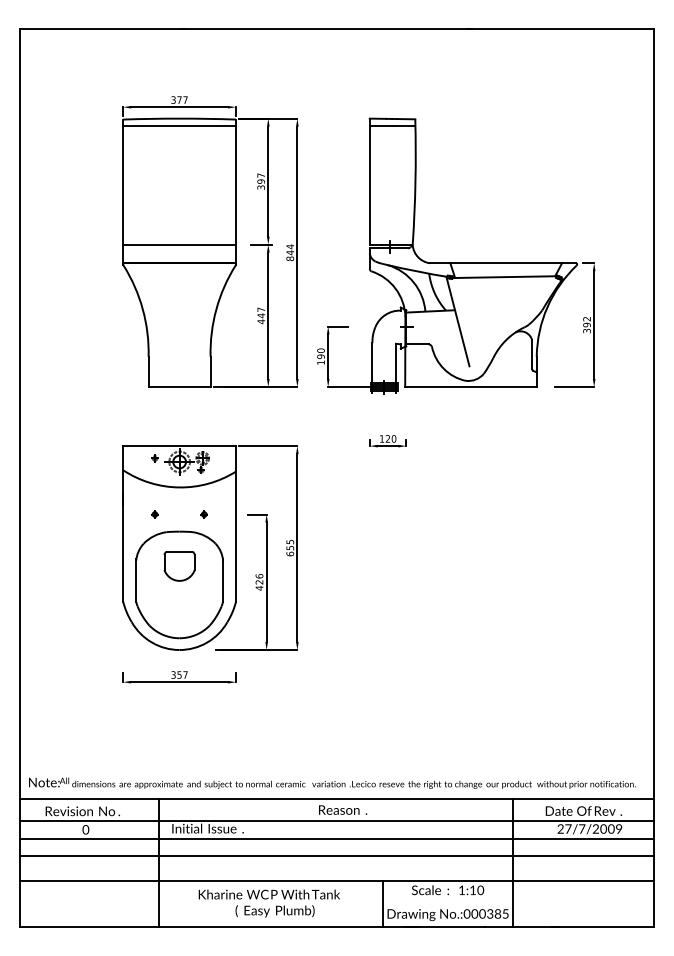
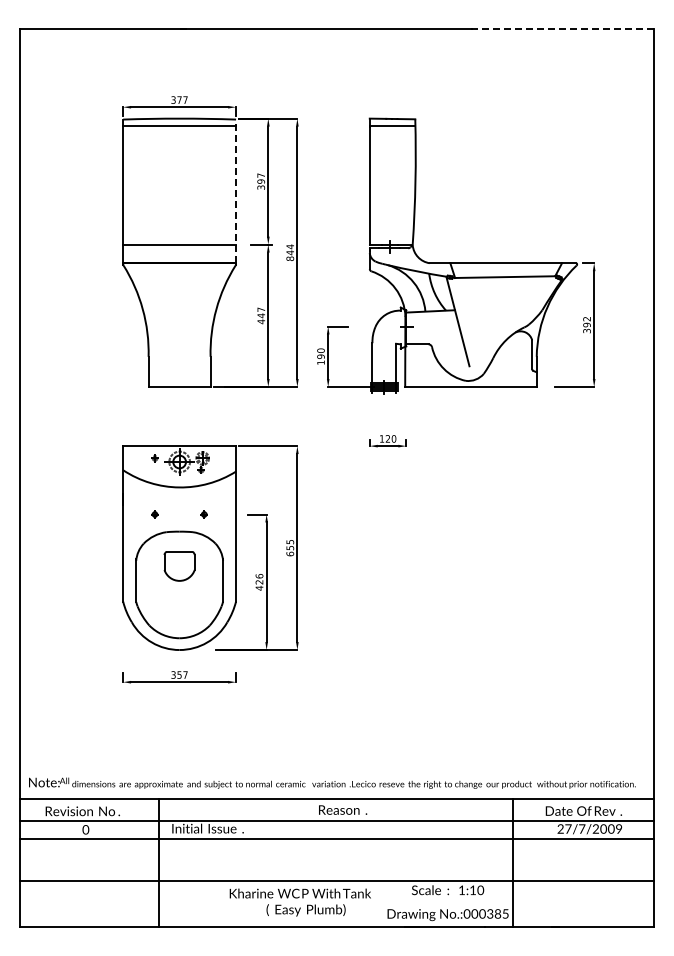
line at (559, 28): solid -> dashed
line at (236, 191): solid -> dashed
line at (336, 856): present -> none
text at (268, 903) position: (268, 903) -> (299, 902)
line at (383, 904): present -> none
